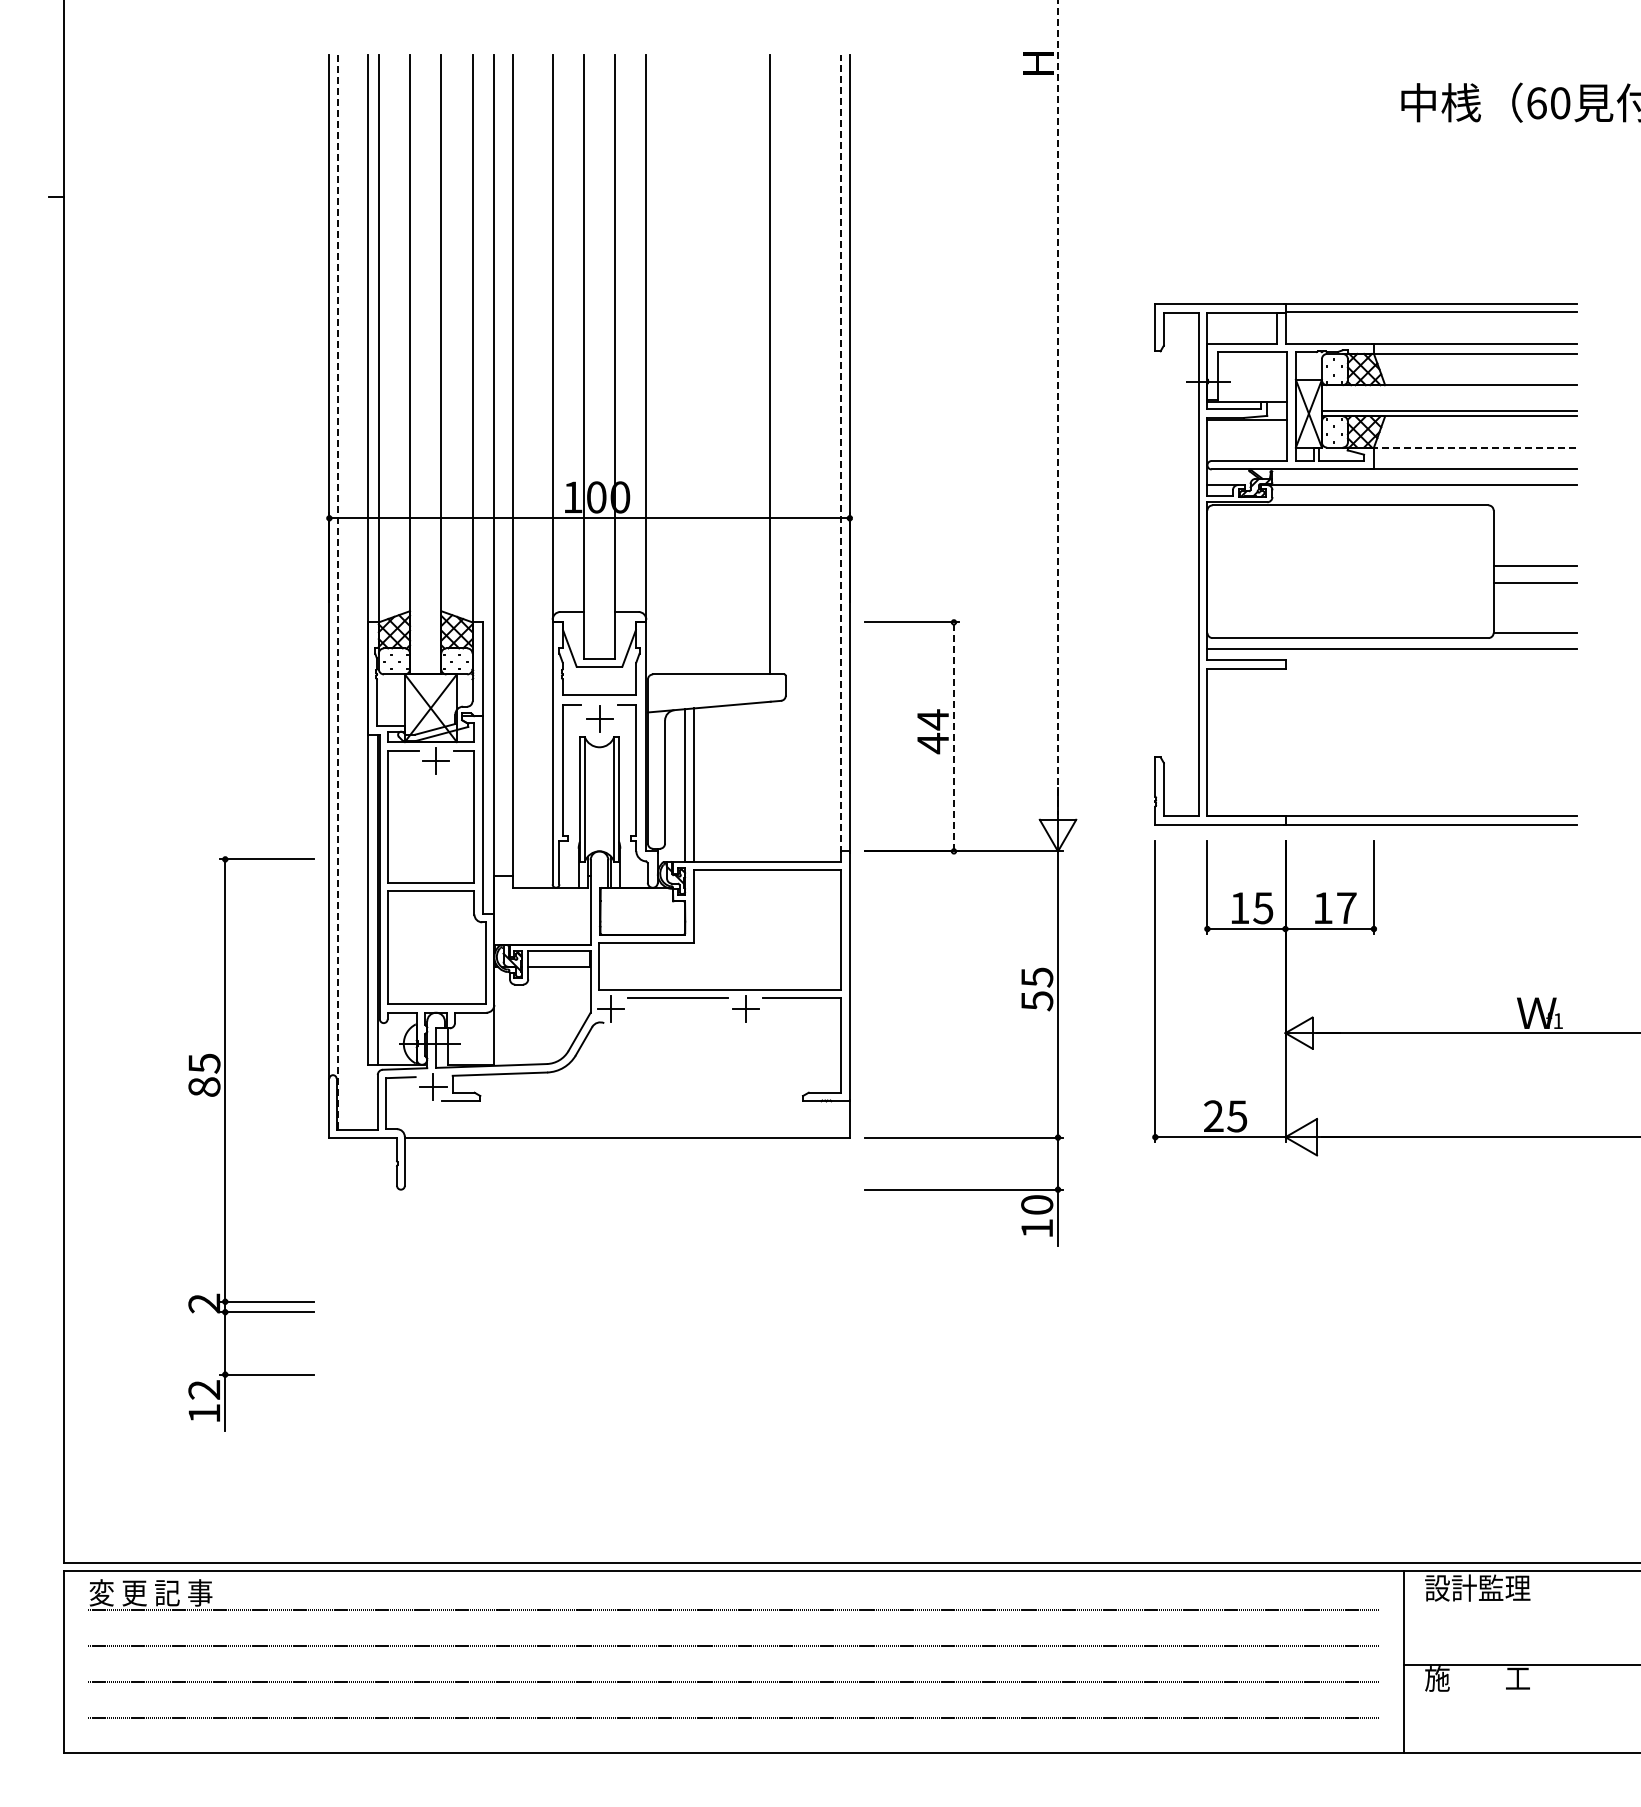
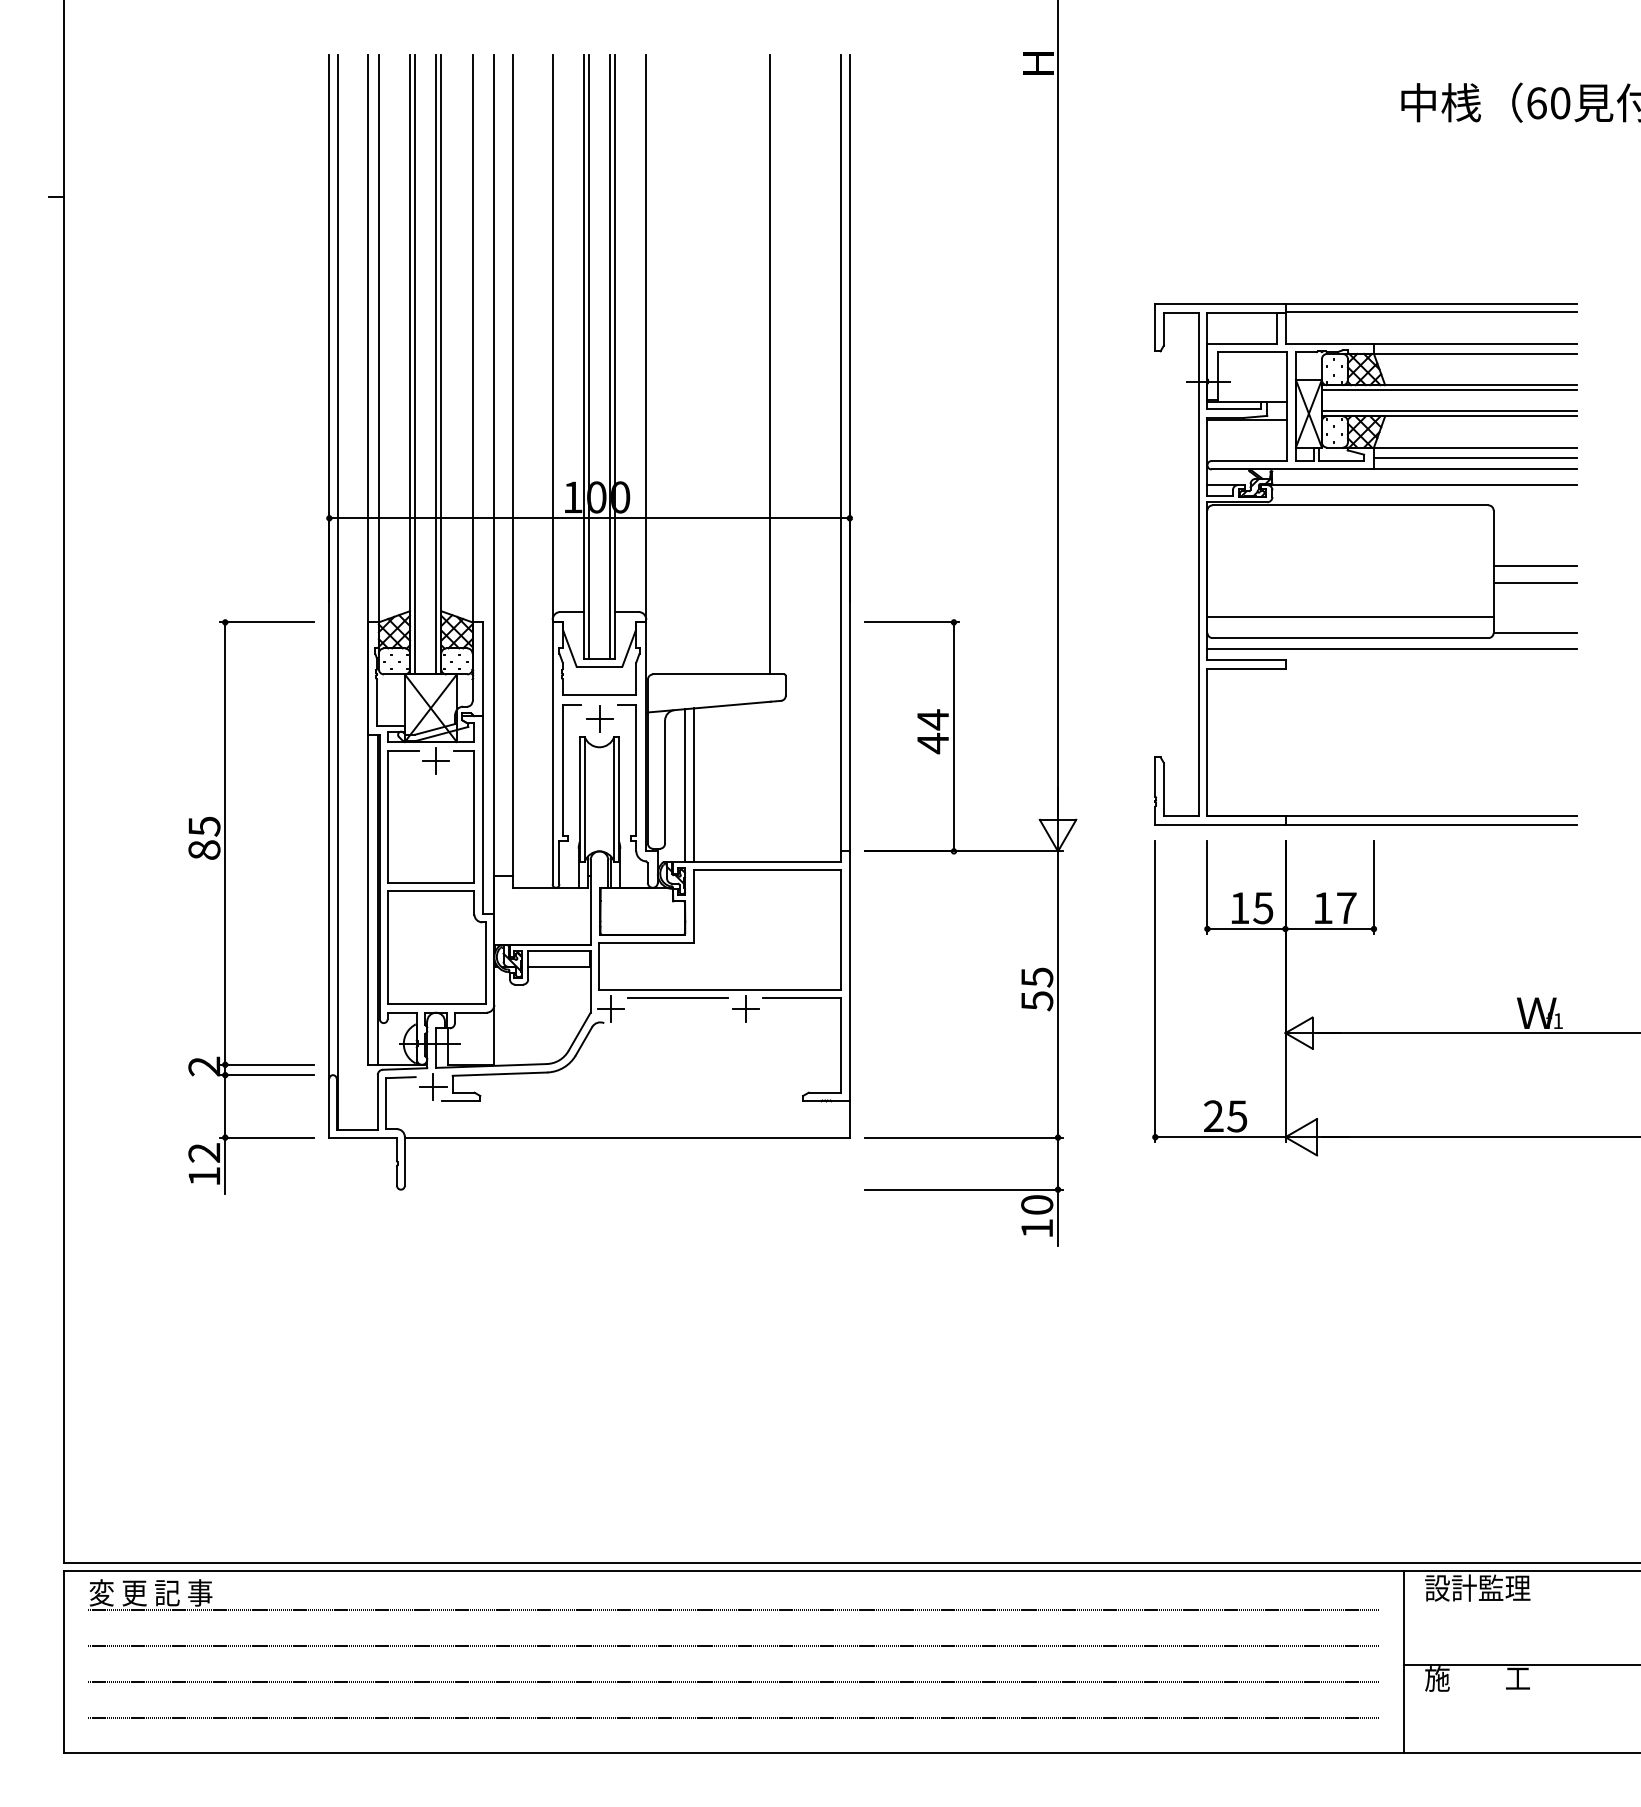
line at (589, 356): none -> present
line at (609, 356): none -> present
line at (415, 364): none -> present
line at (436, 364): none -> present
line at (1448, 390): none -> present
line at (1058, 408): dashed -> solid
line at (1474, 447): dashed -> solid
line at (841, 454): dashed -> solid
line at (1474, 458): none -> present
line at (337, 592): dashed -> solid
line at (1350, 617): none -> present
line at (953, 736): dashed -> solid
part at (225, 1143) position: (225, 1143) -> (225, 906)
